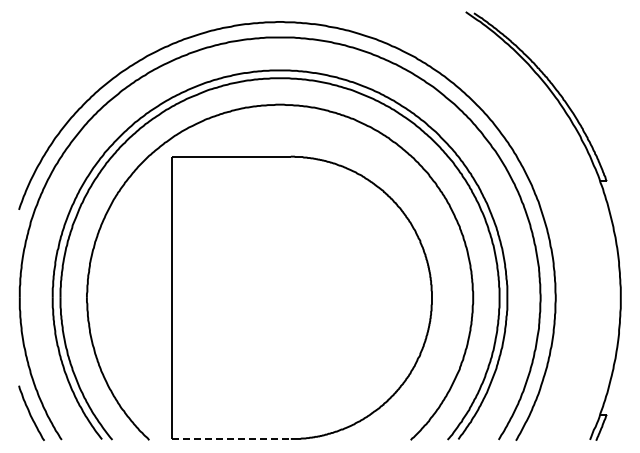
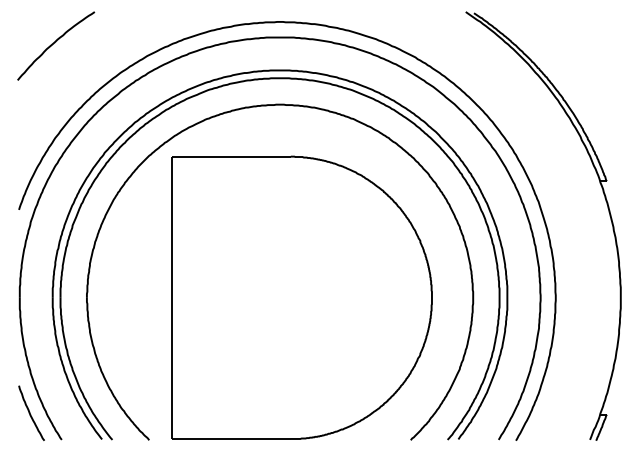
curve at (54, 43): none -> present
line at (231, 438): dashed -> solid
